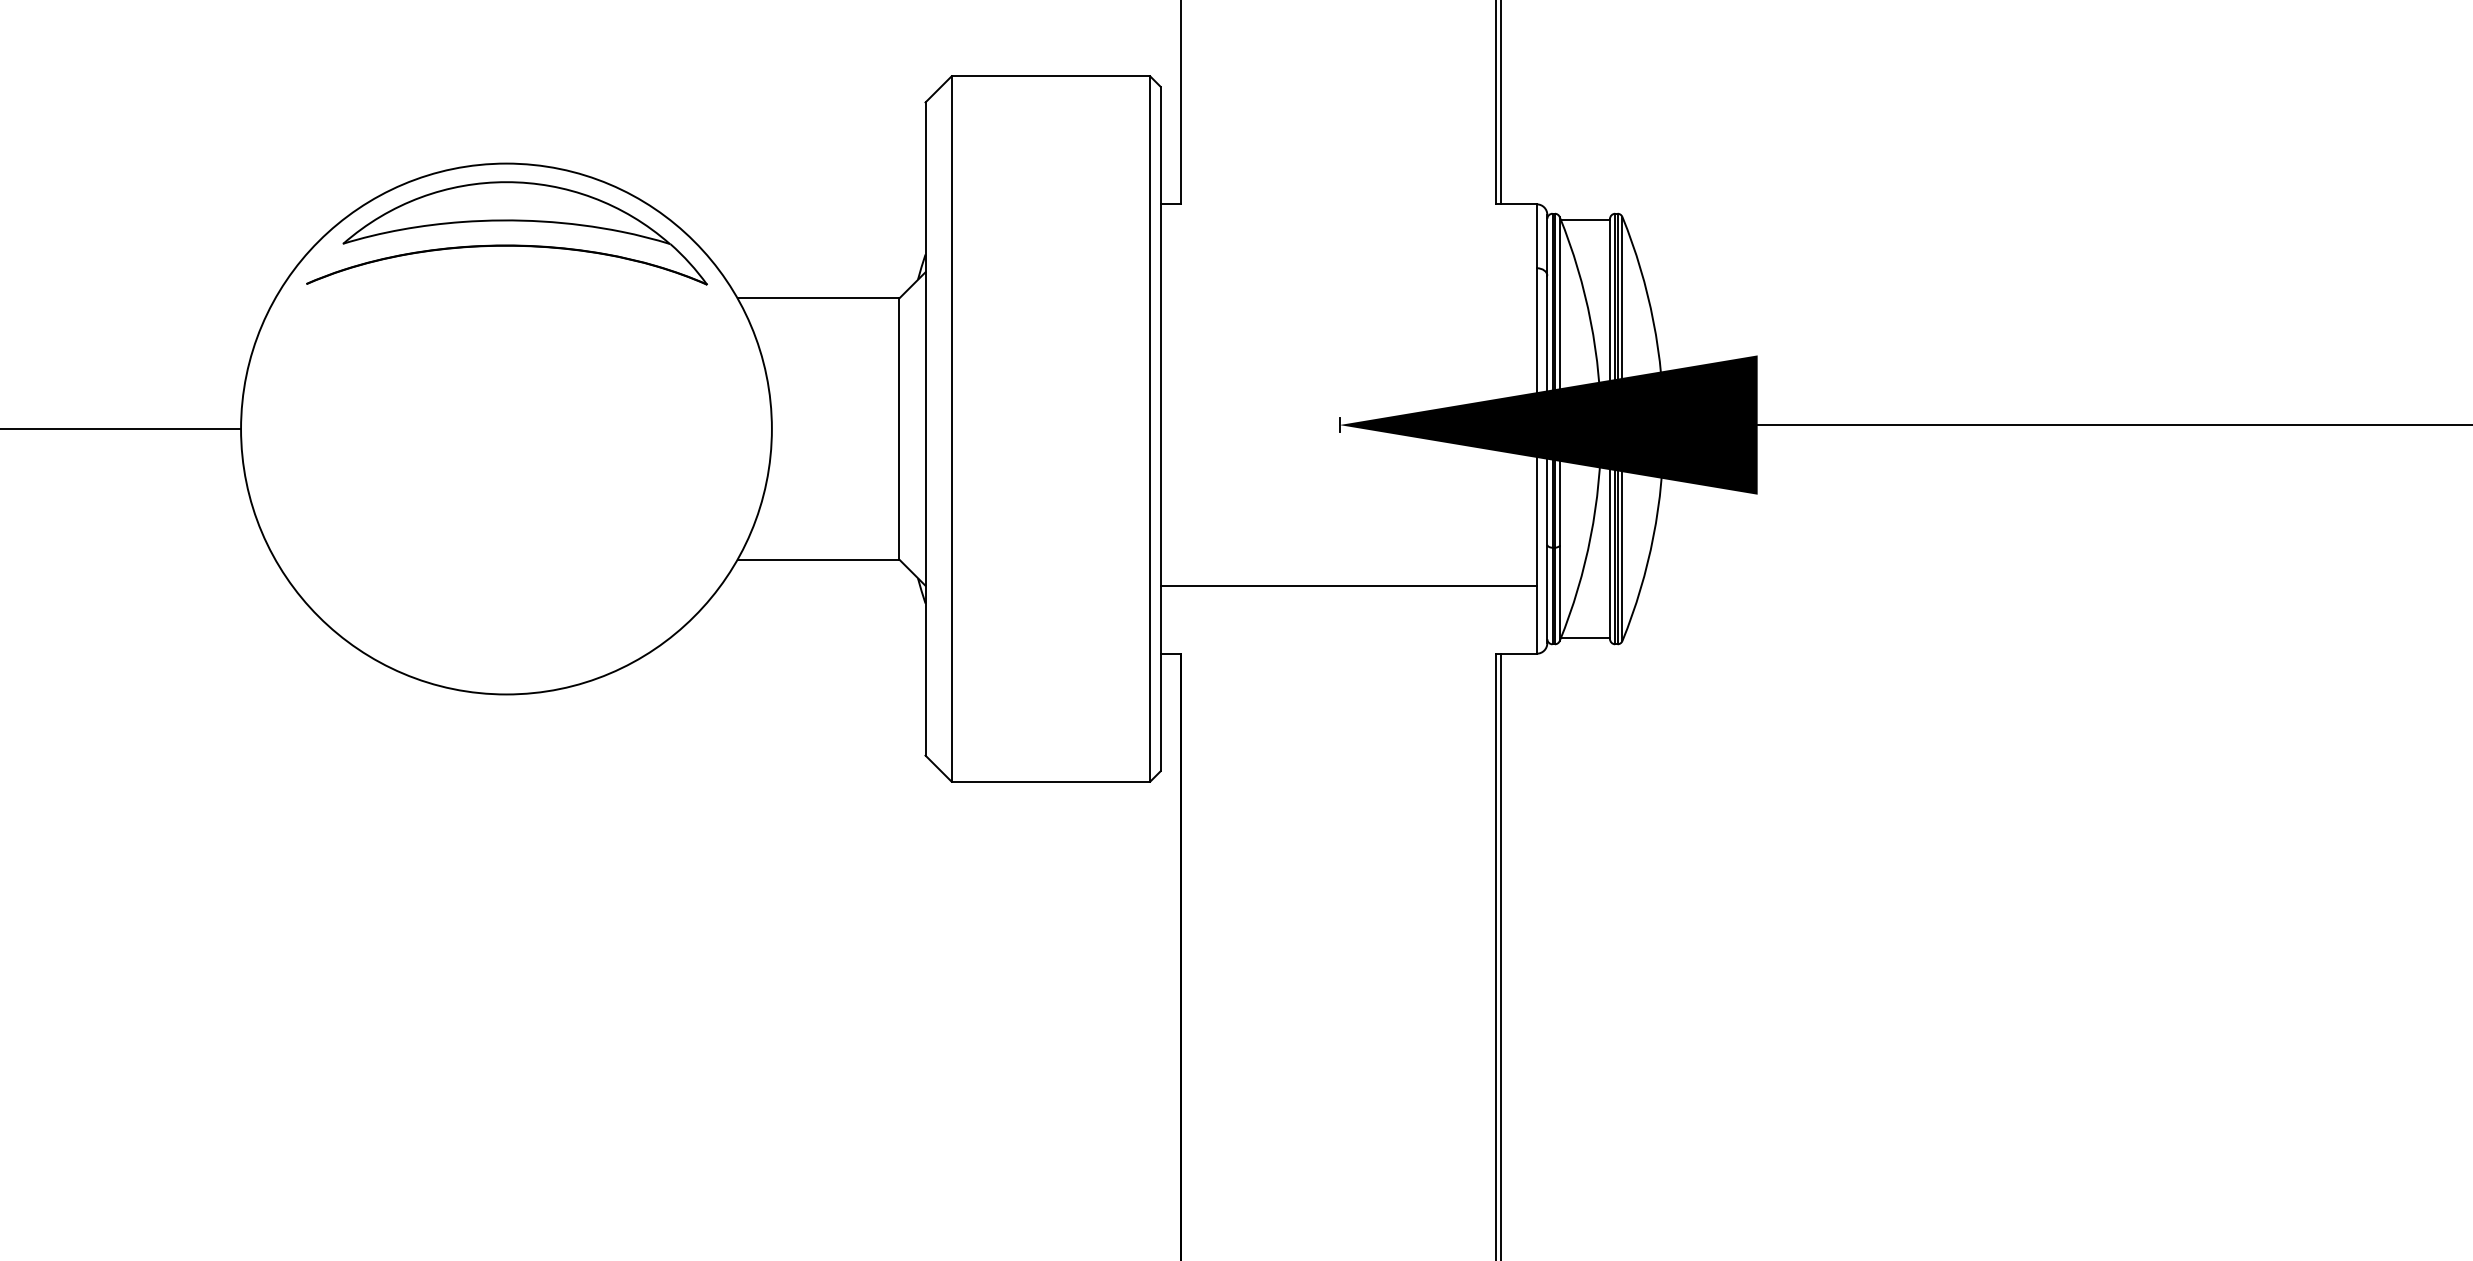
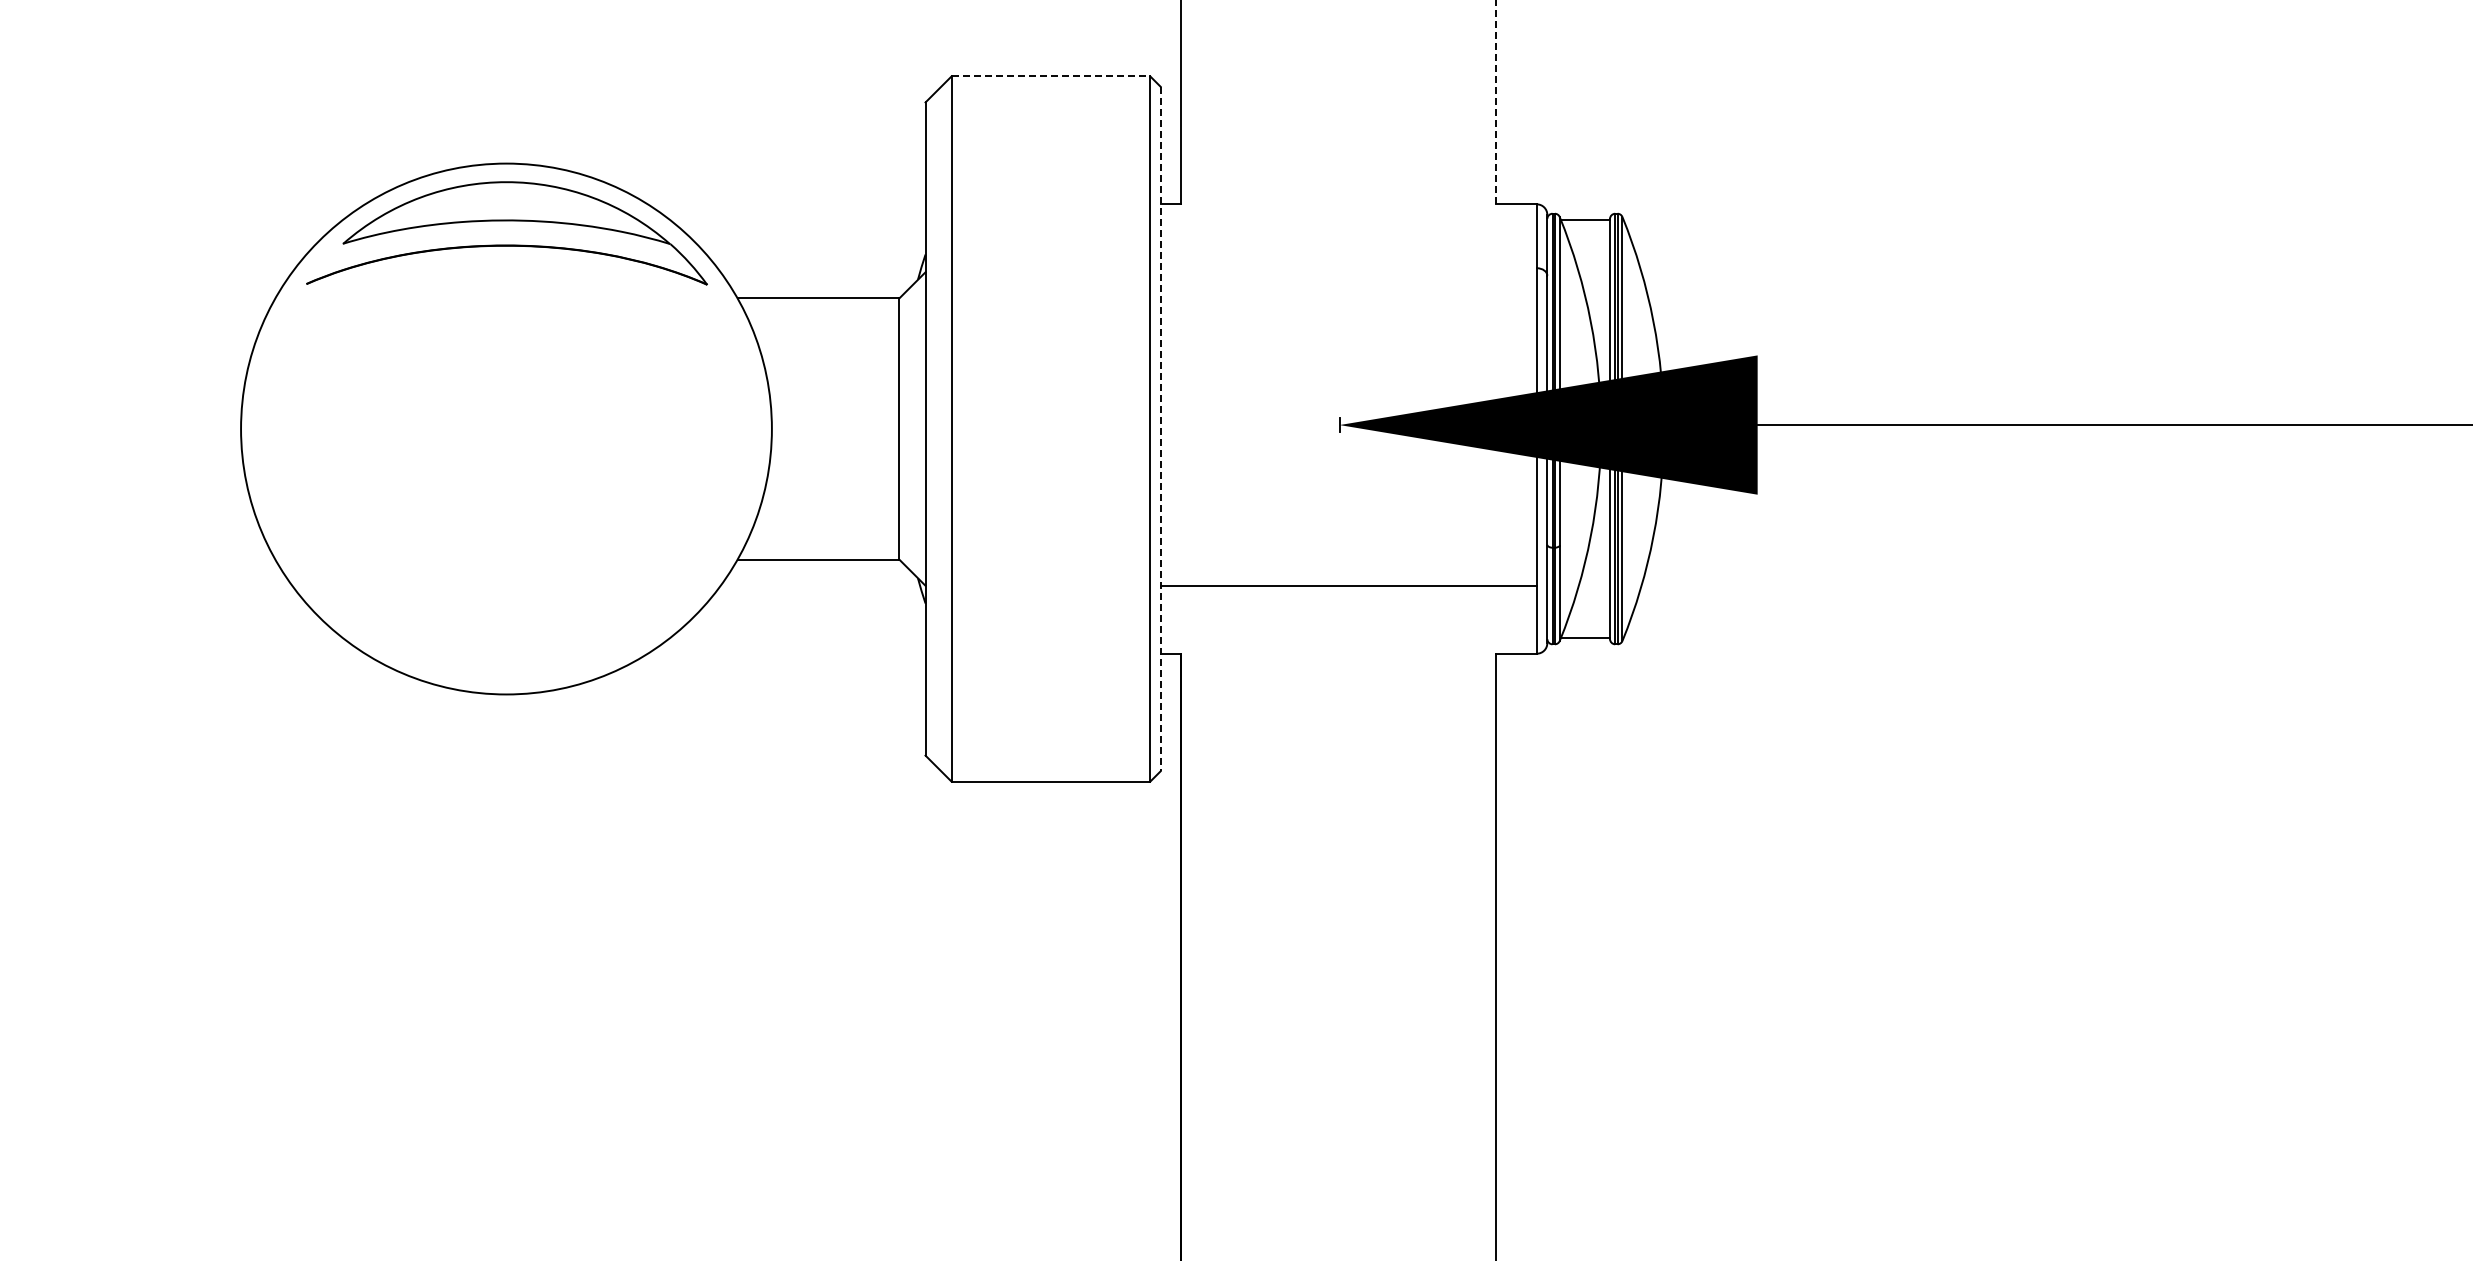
line at (1051, 76): solid -> dashed
line at (1495, 102): solid -> dashed
line at (1501, 103): present -> none
line at (121, 429): present -> none
line at (1160, 429): solid -> dashed
line at (1501, 955): present -> none
